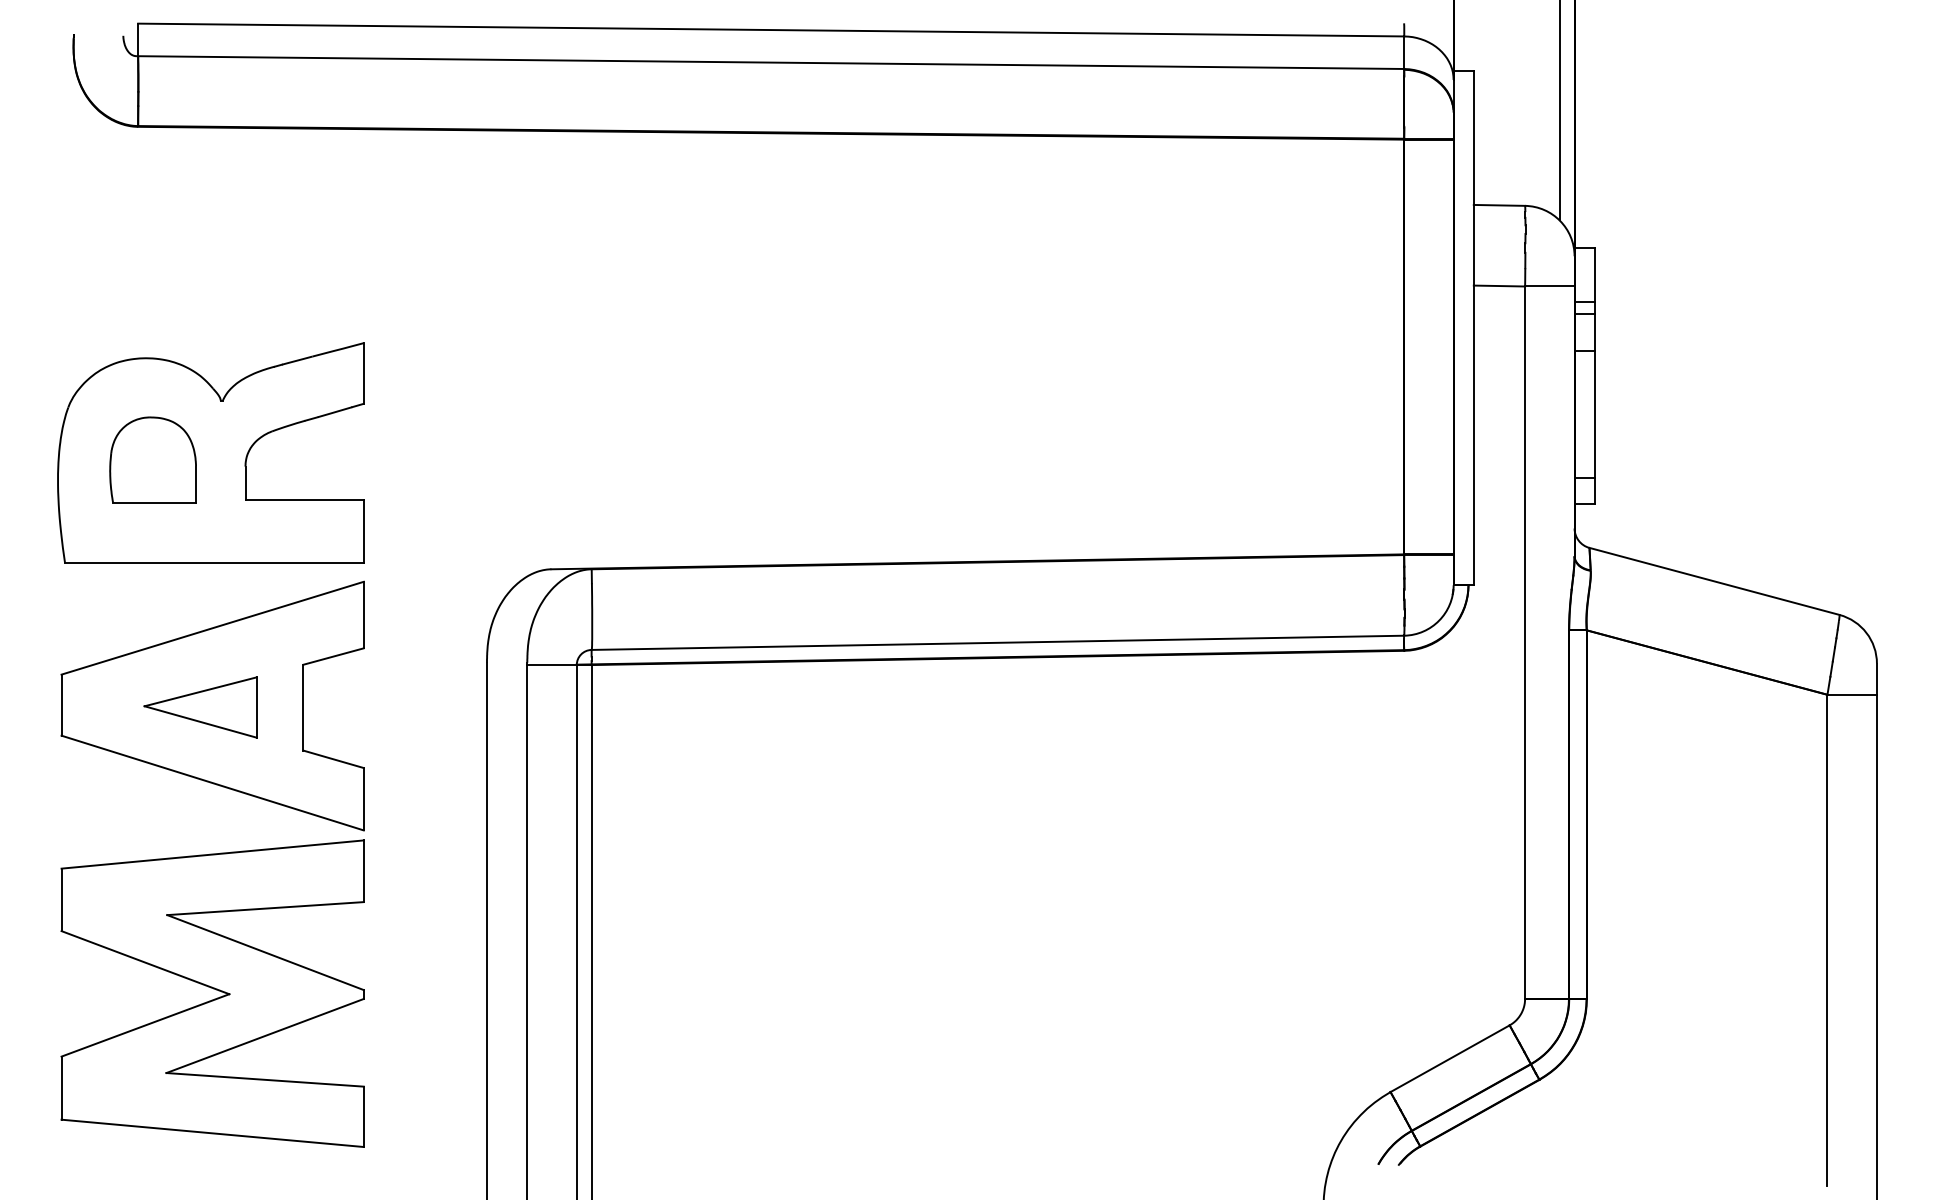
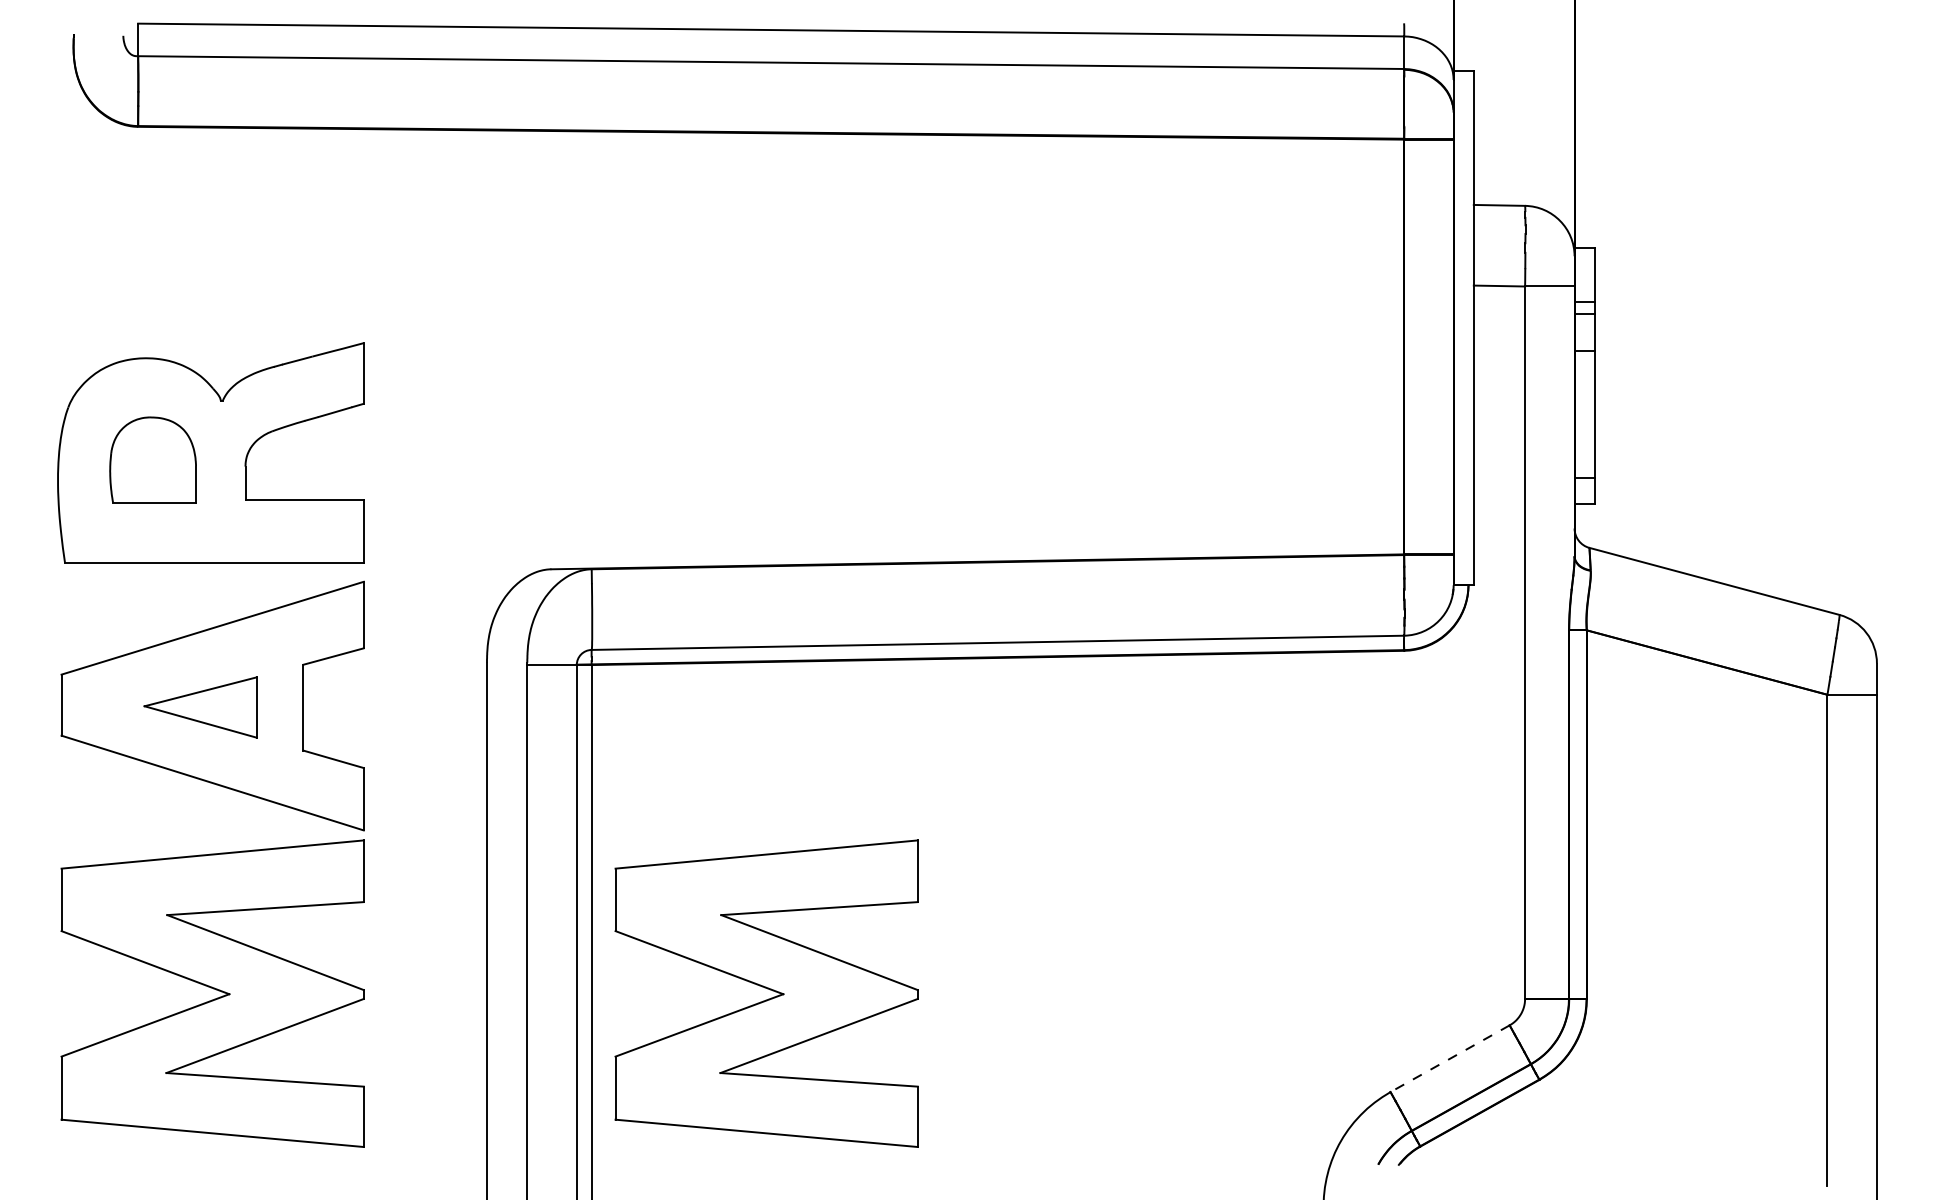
line at (1559, 111): present -> none
part at (766, 993): none -> present
line at (1449, 1058): solid -> dashed
